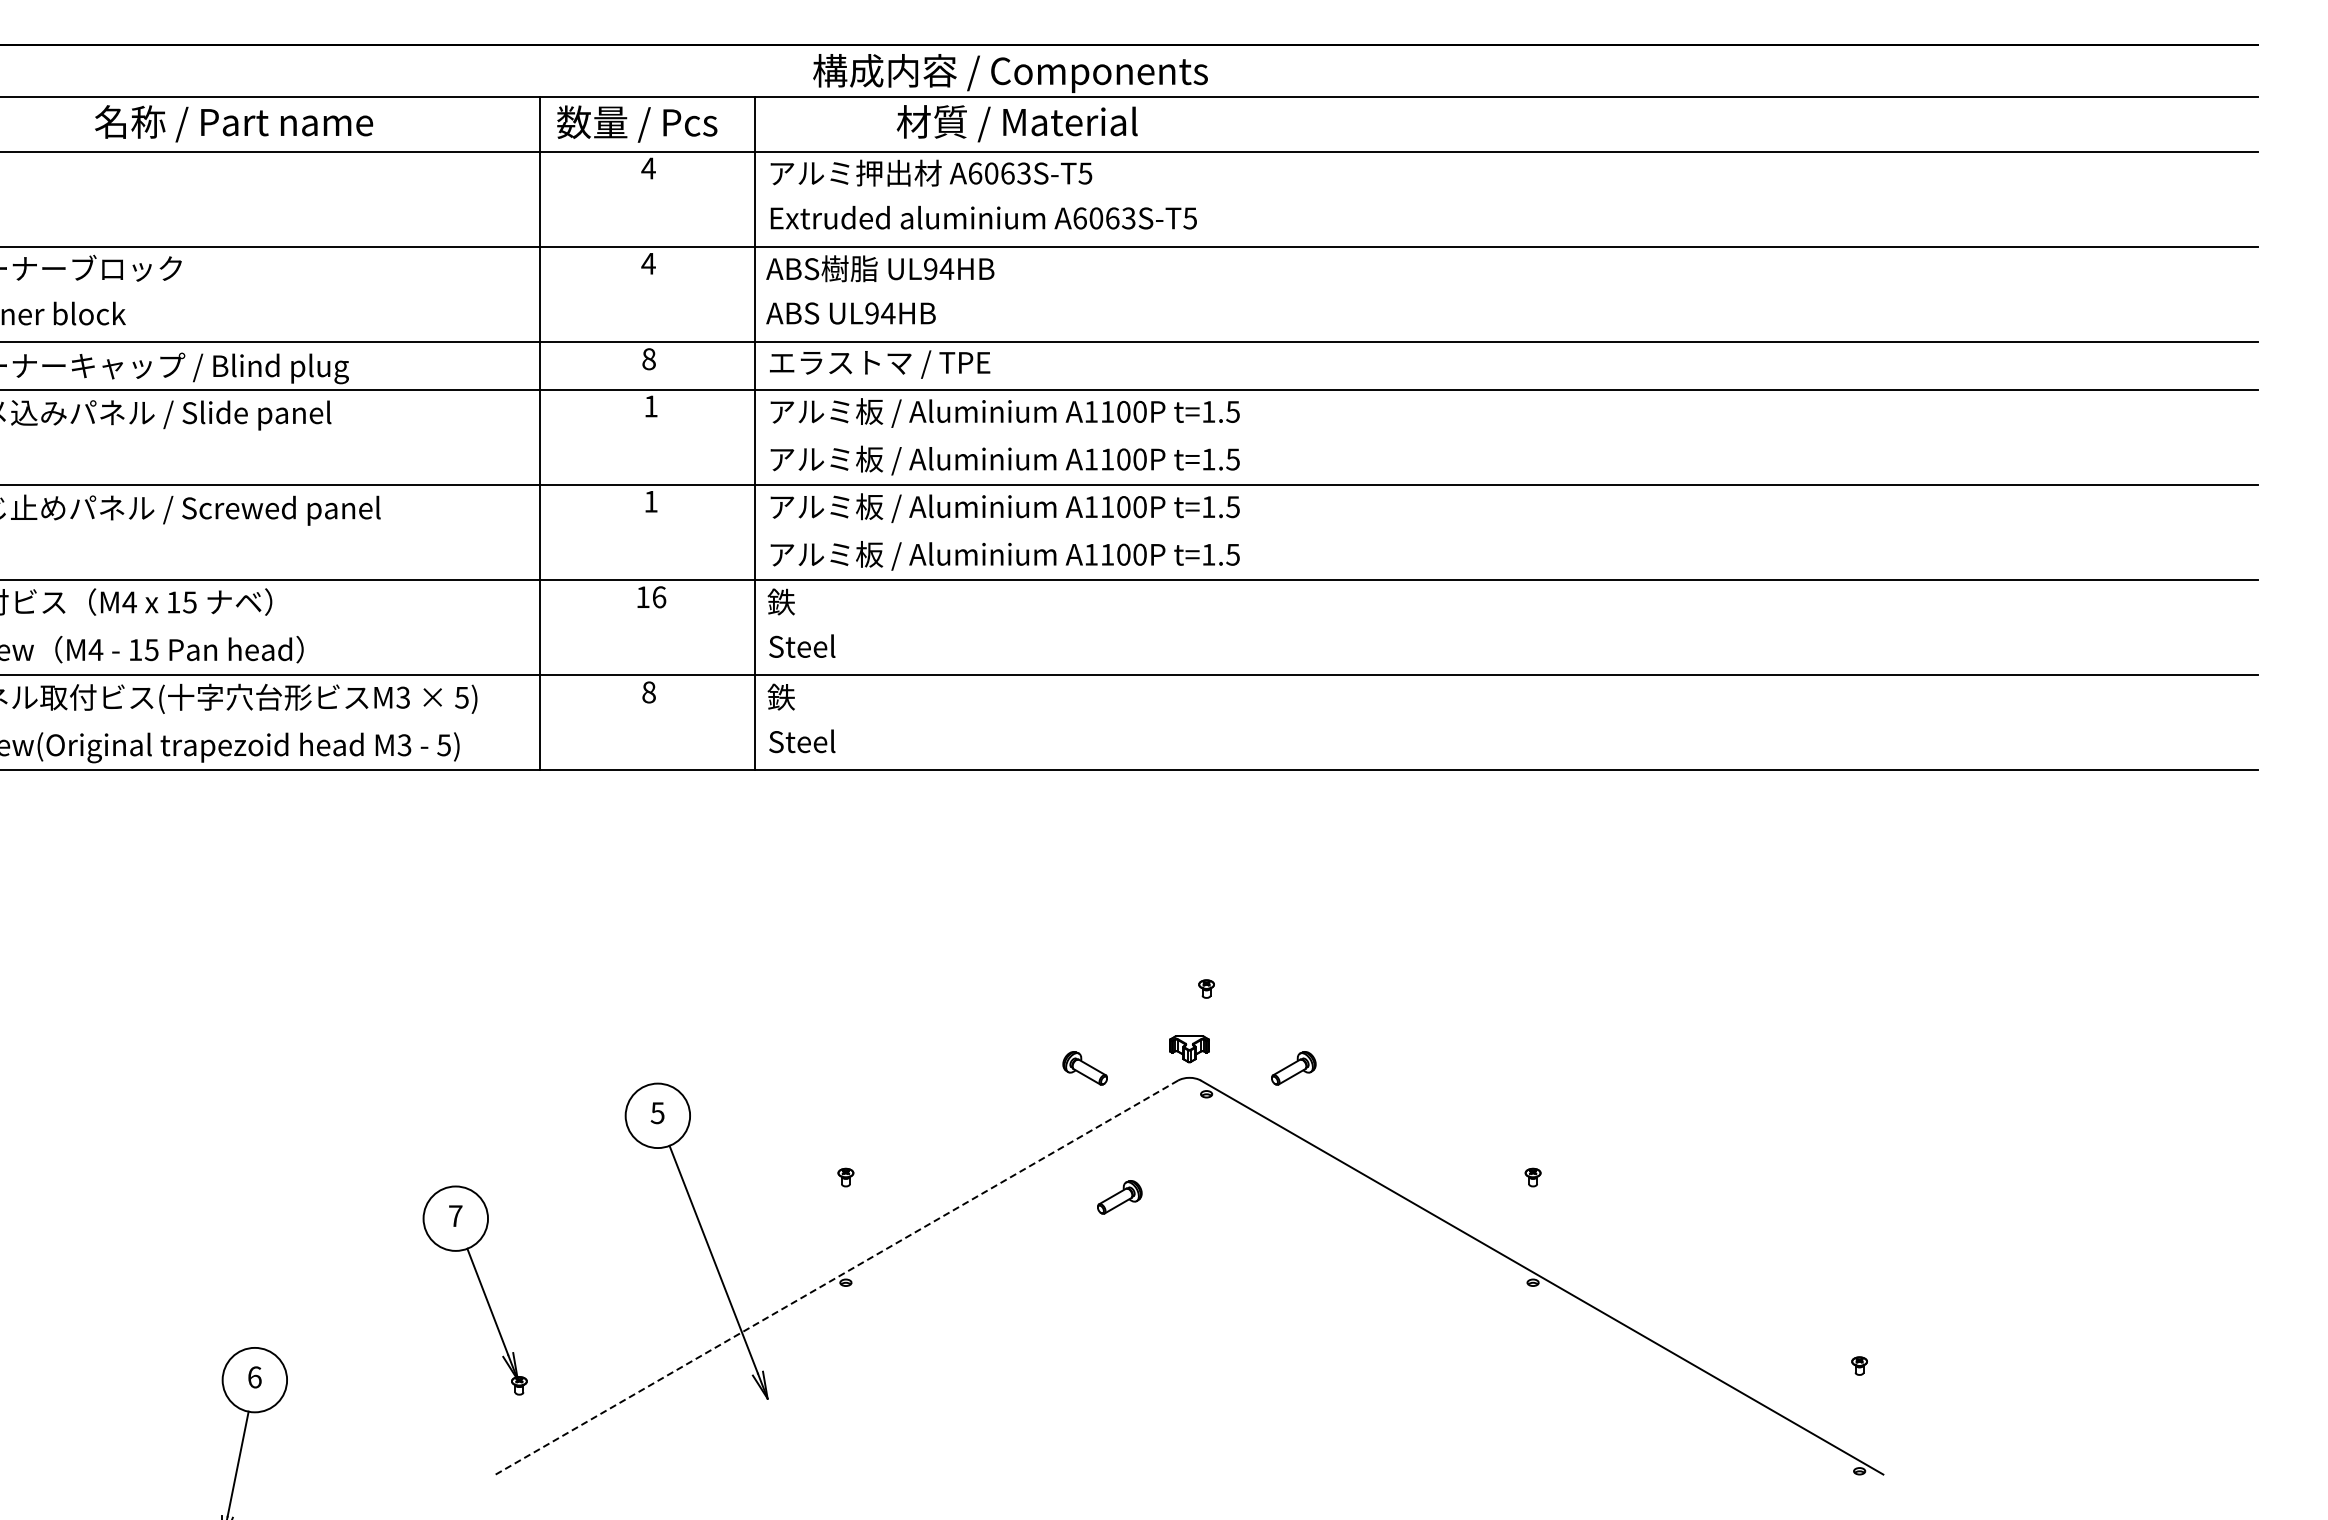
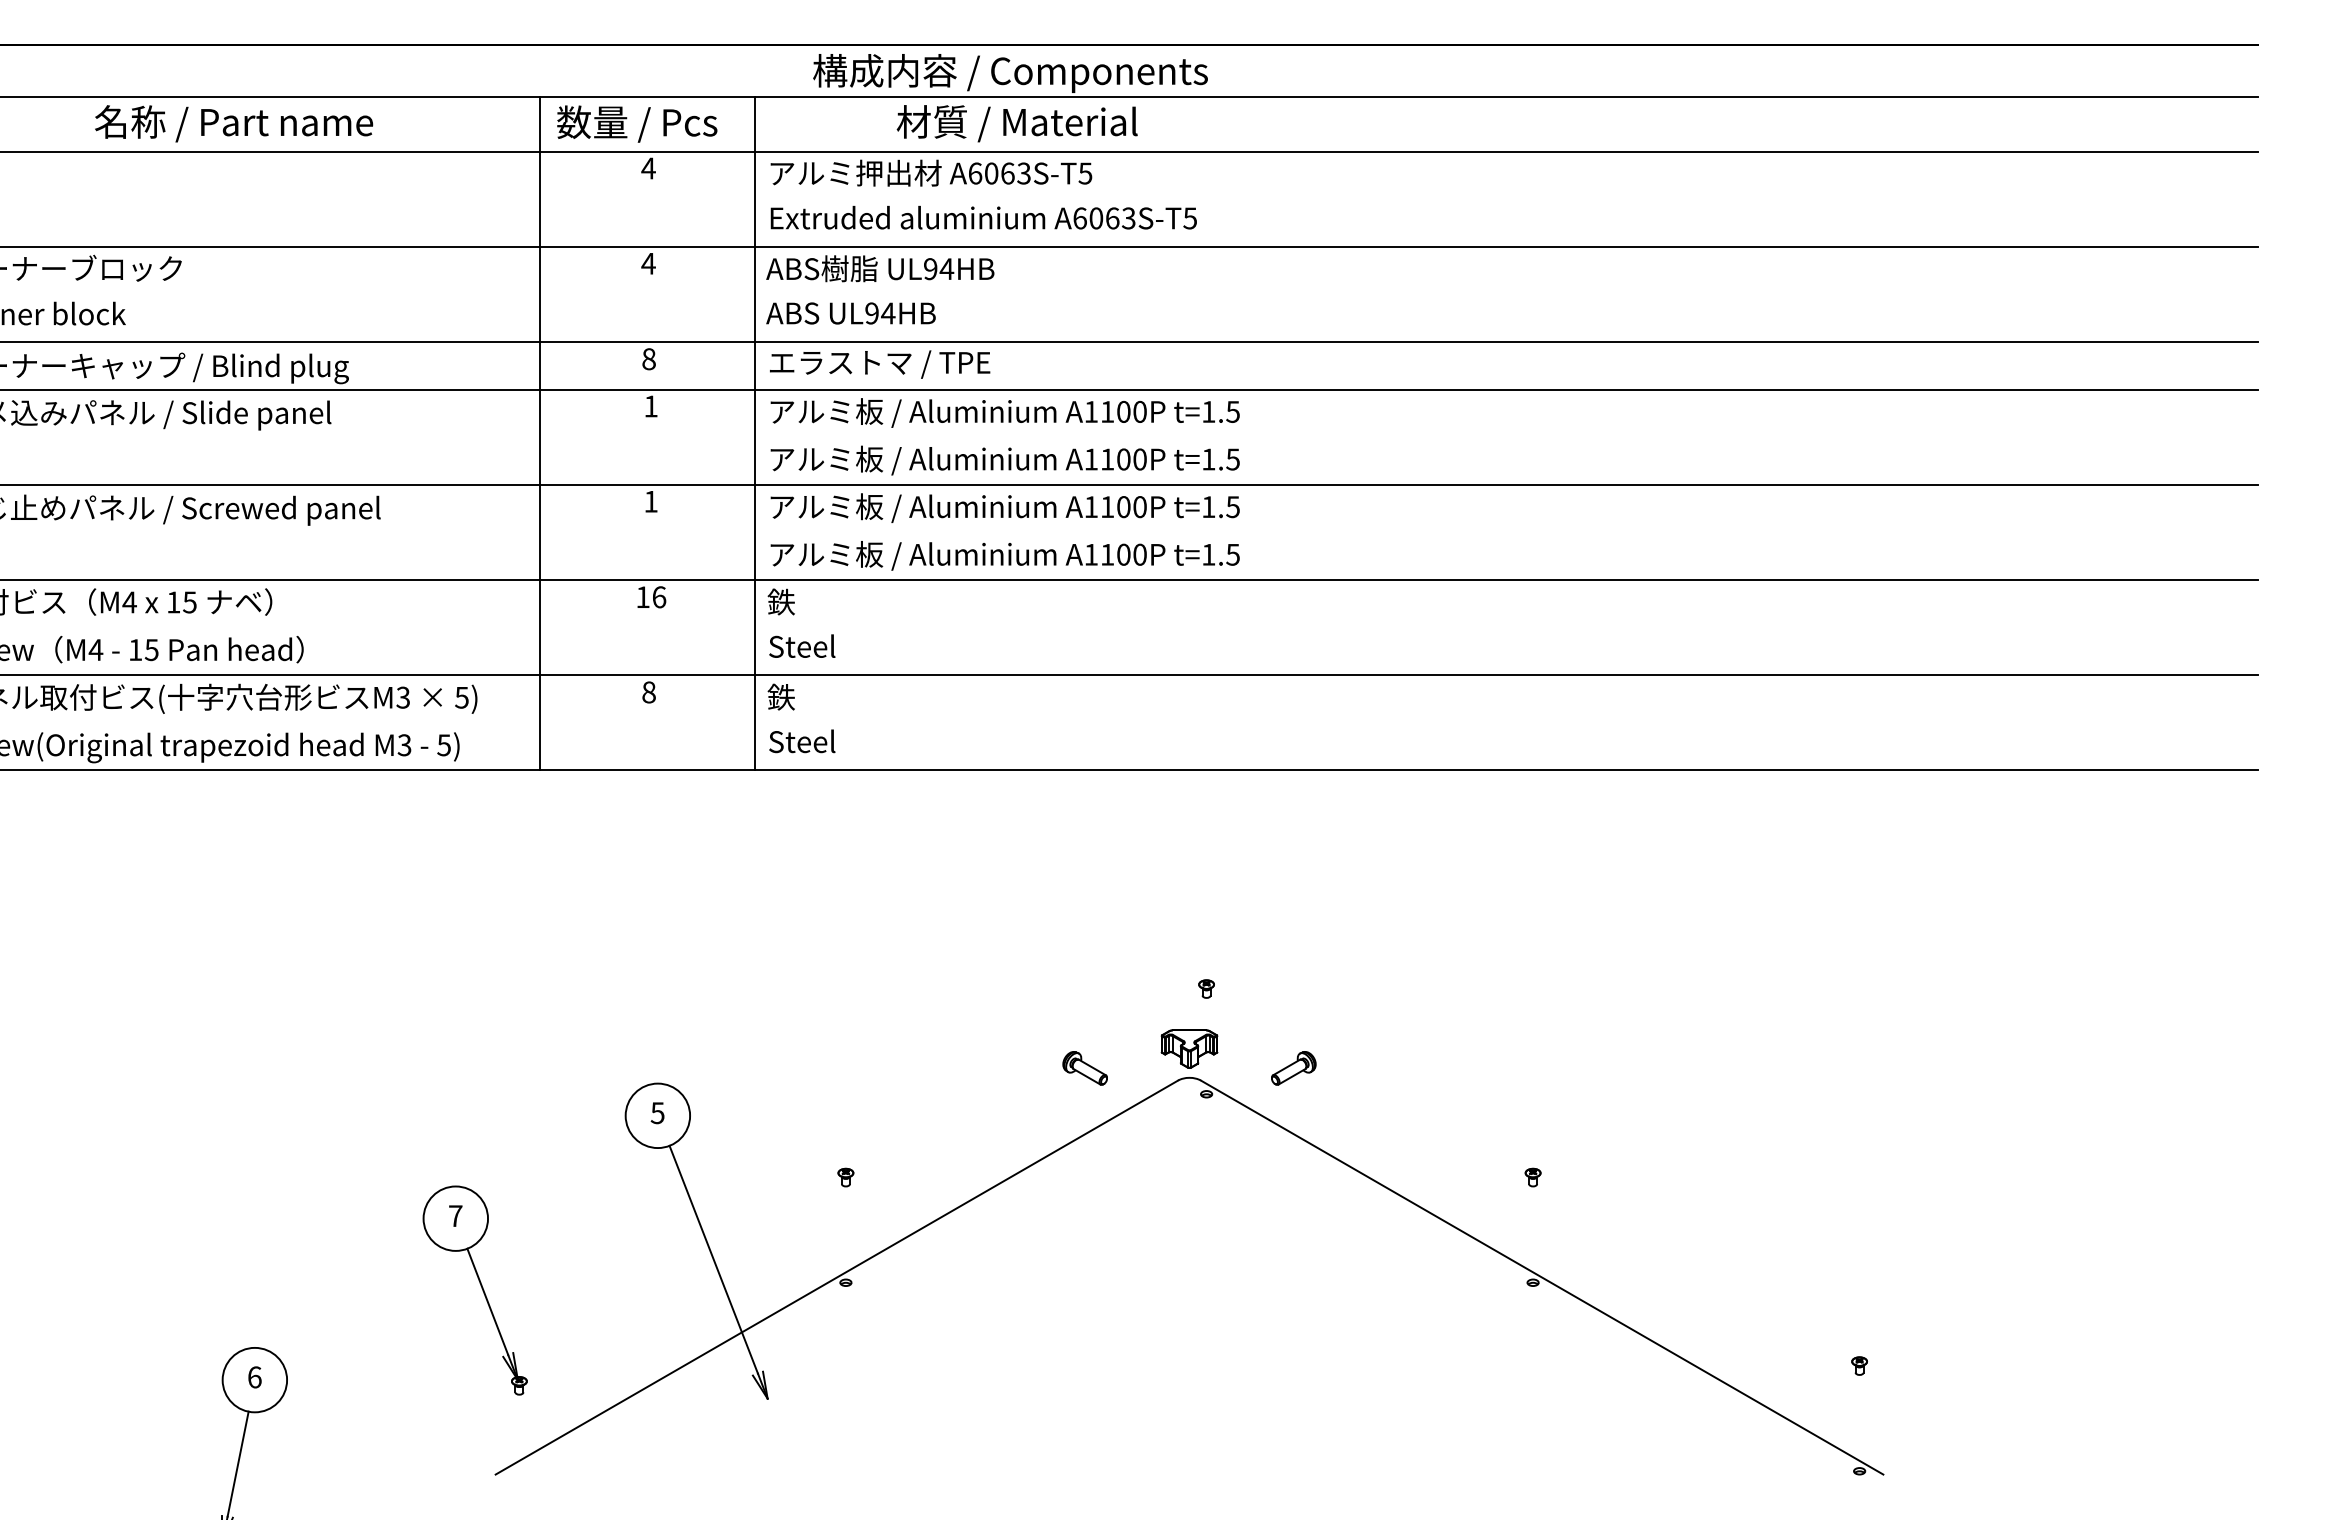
part at (1189, 1049) size: 41x29 px -> 59x40 px
part at (1119, 1197): present -> none
line at (837, 1277): dashed -> solid
